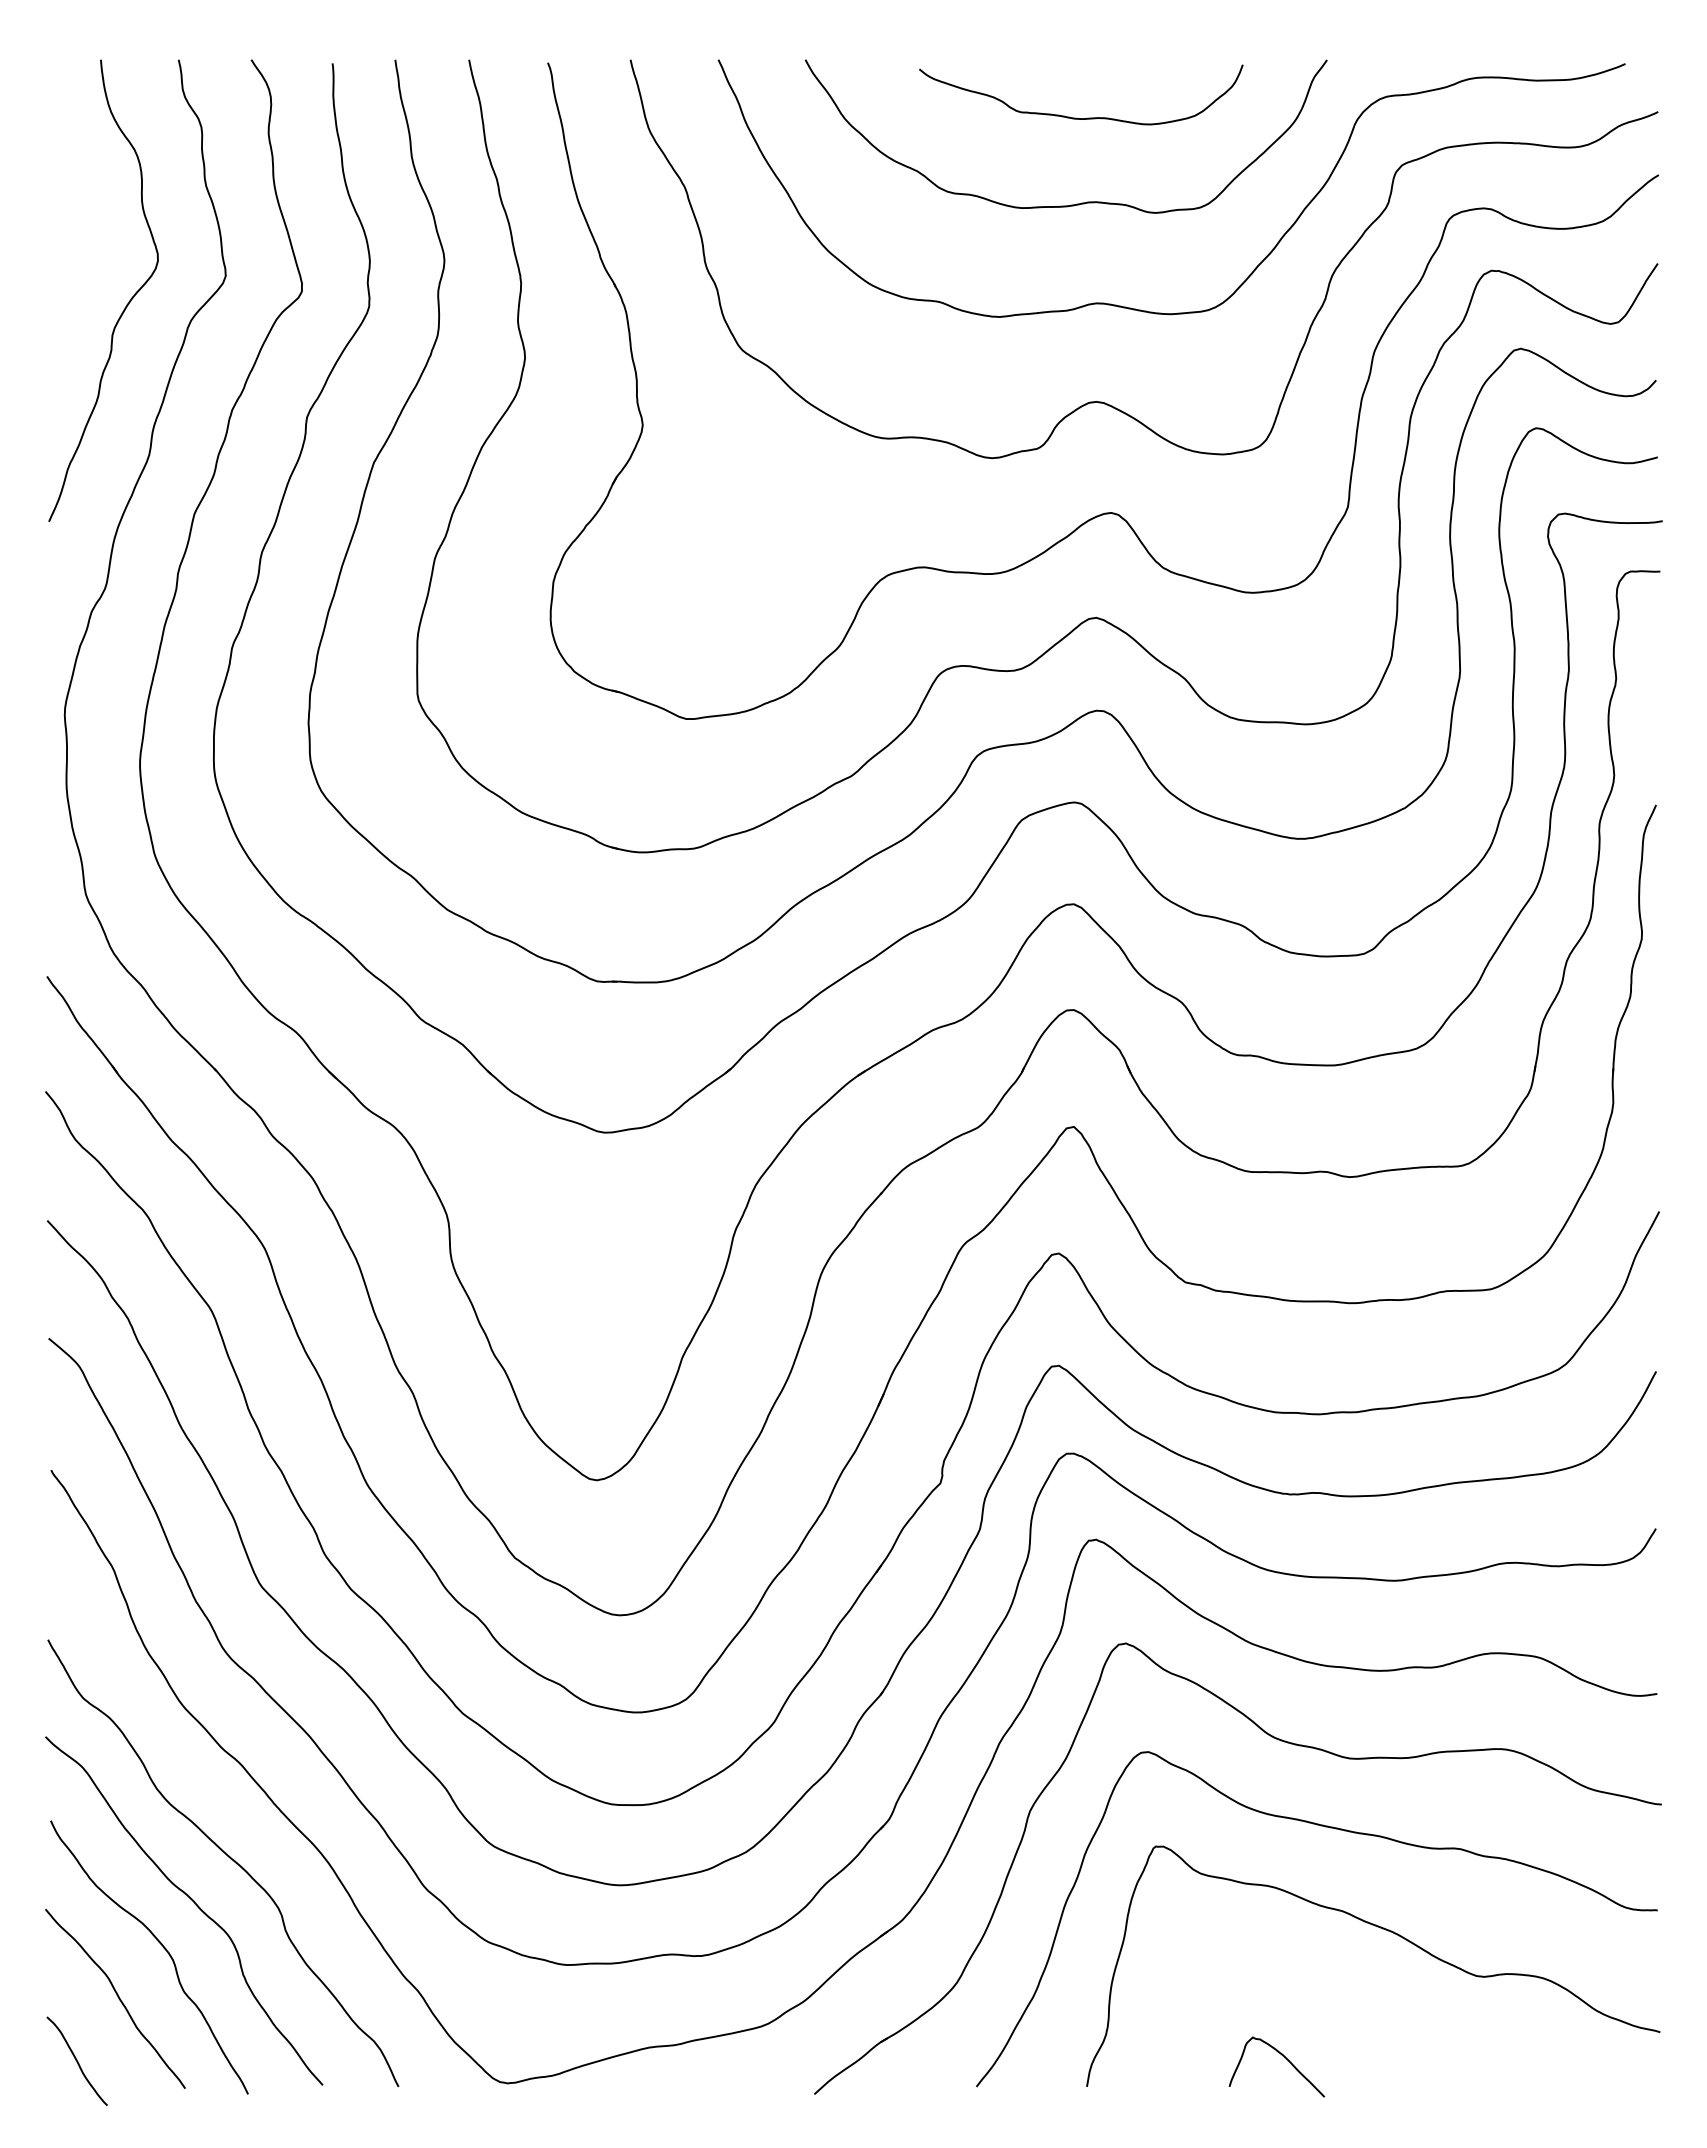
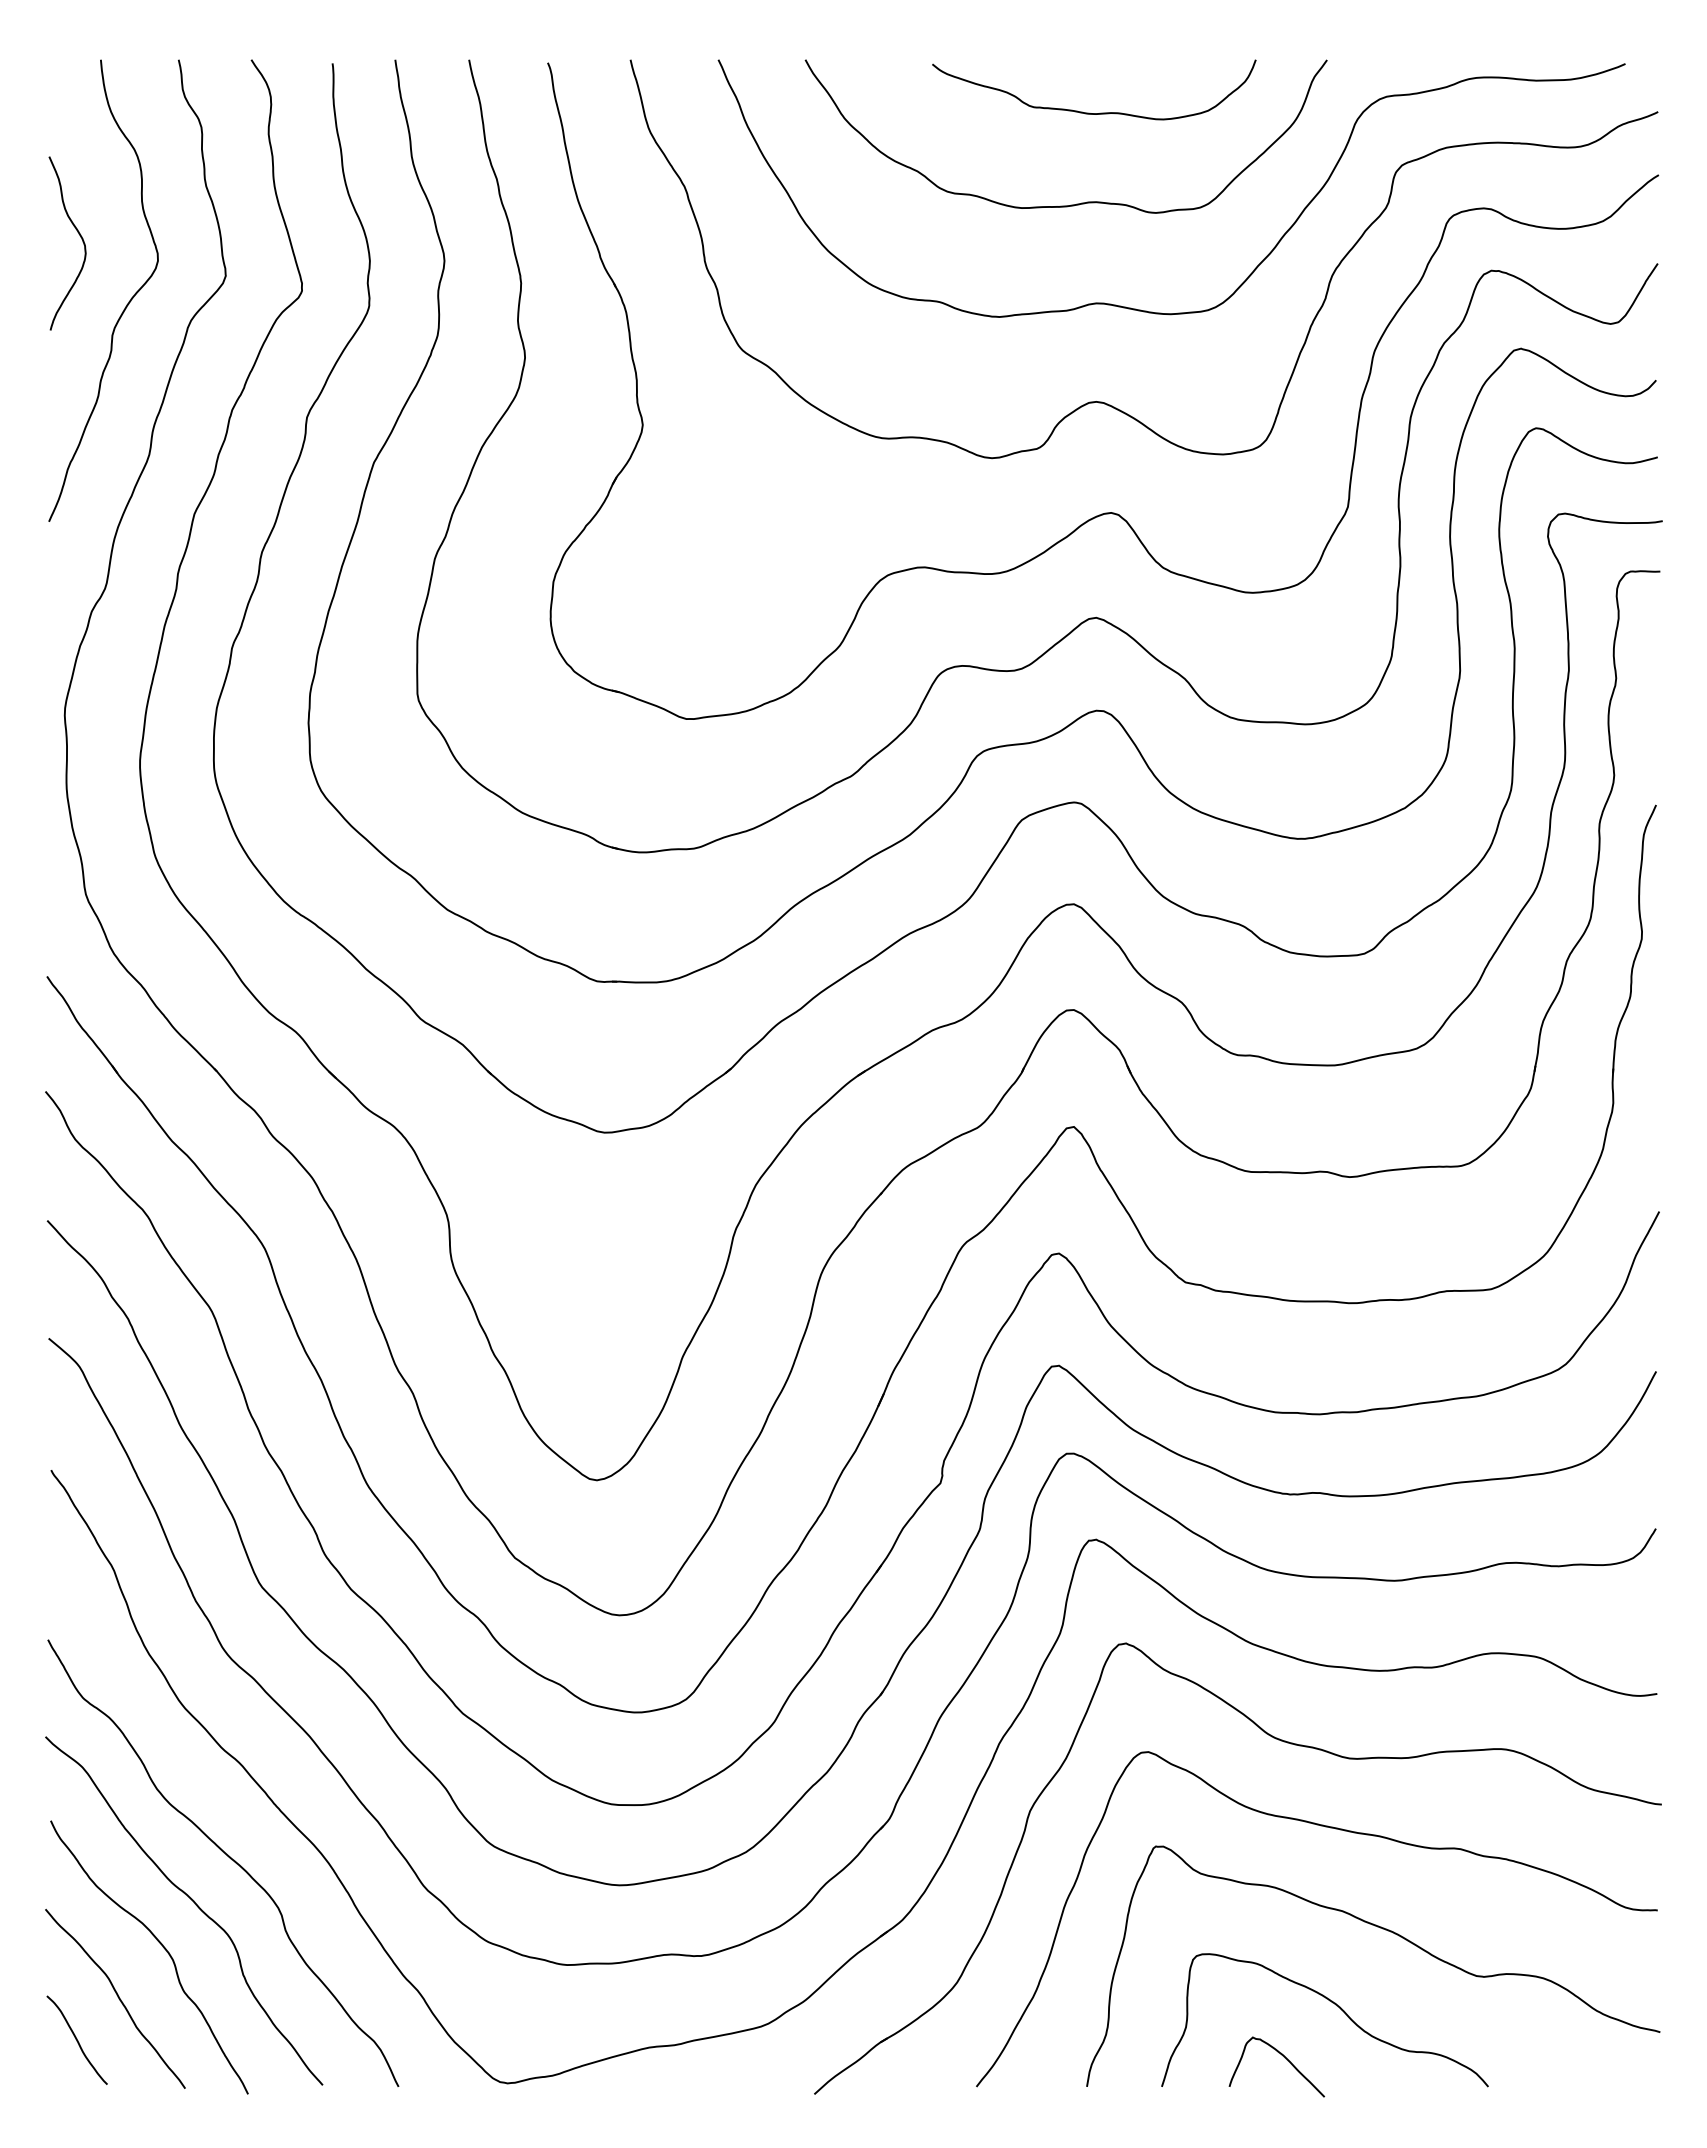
curve at (1076, 117) position: (1076, 117) -> (1089, 112)
curve at (78, 234): none -> present
curve at (1335, 2005): none -> present
curve at (76, 2060) position: (76, 2060) -> (76, 2039)
